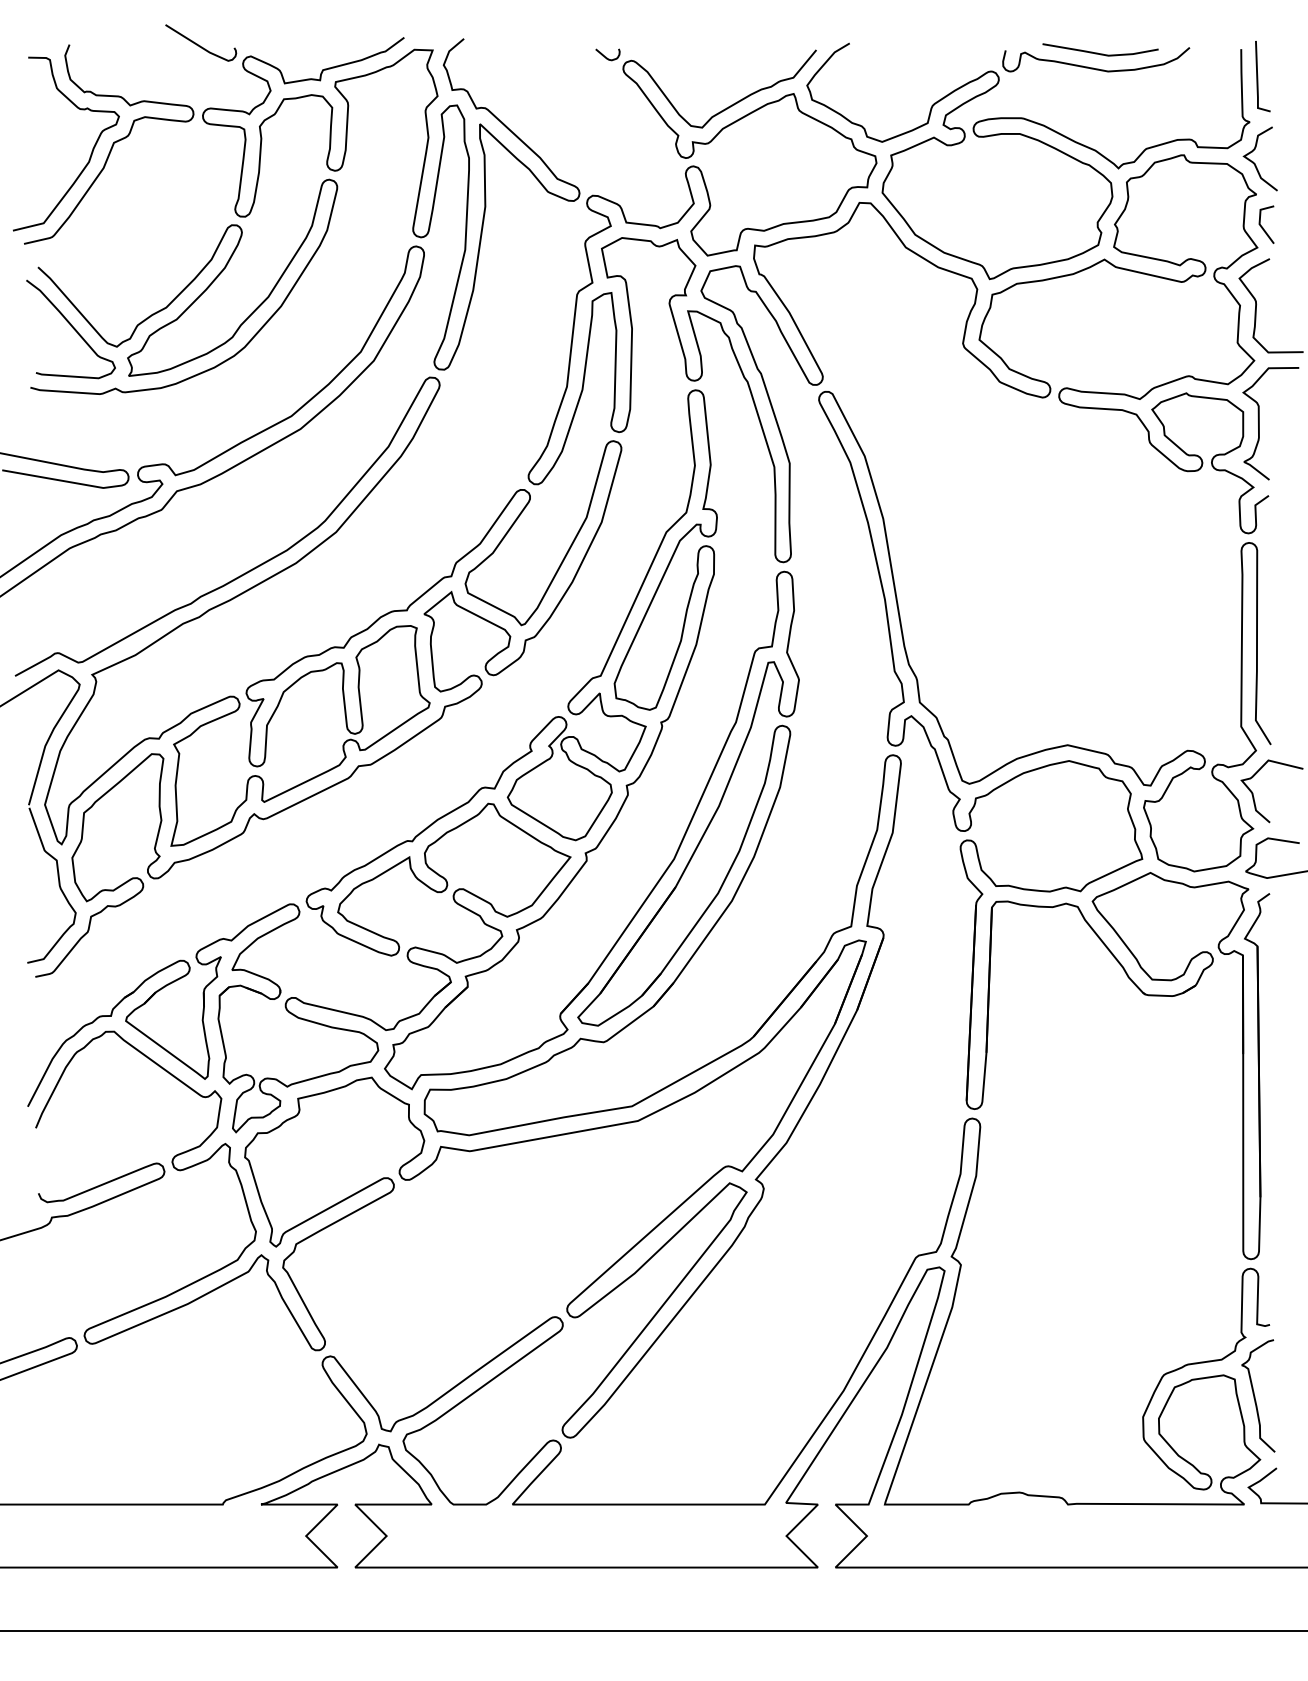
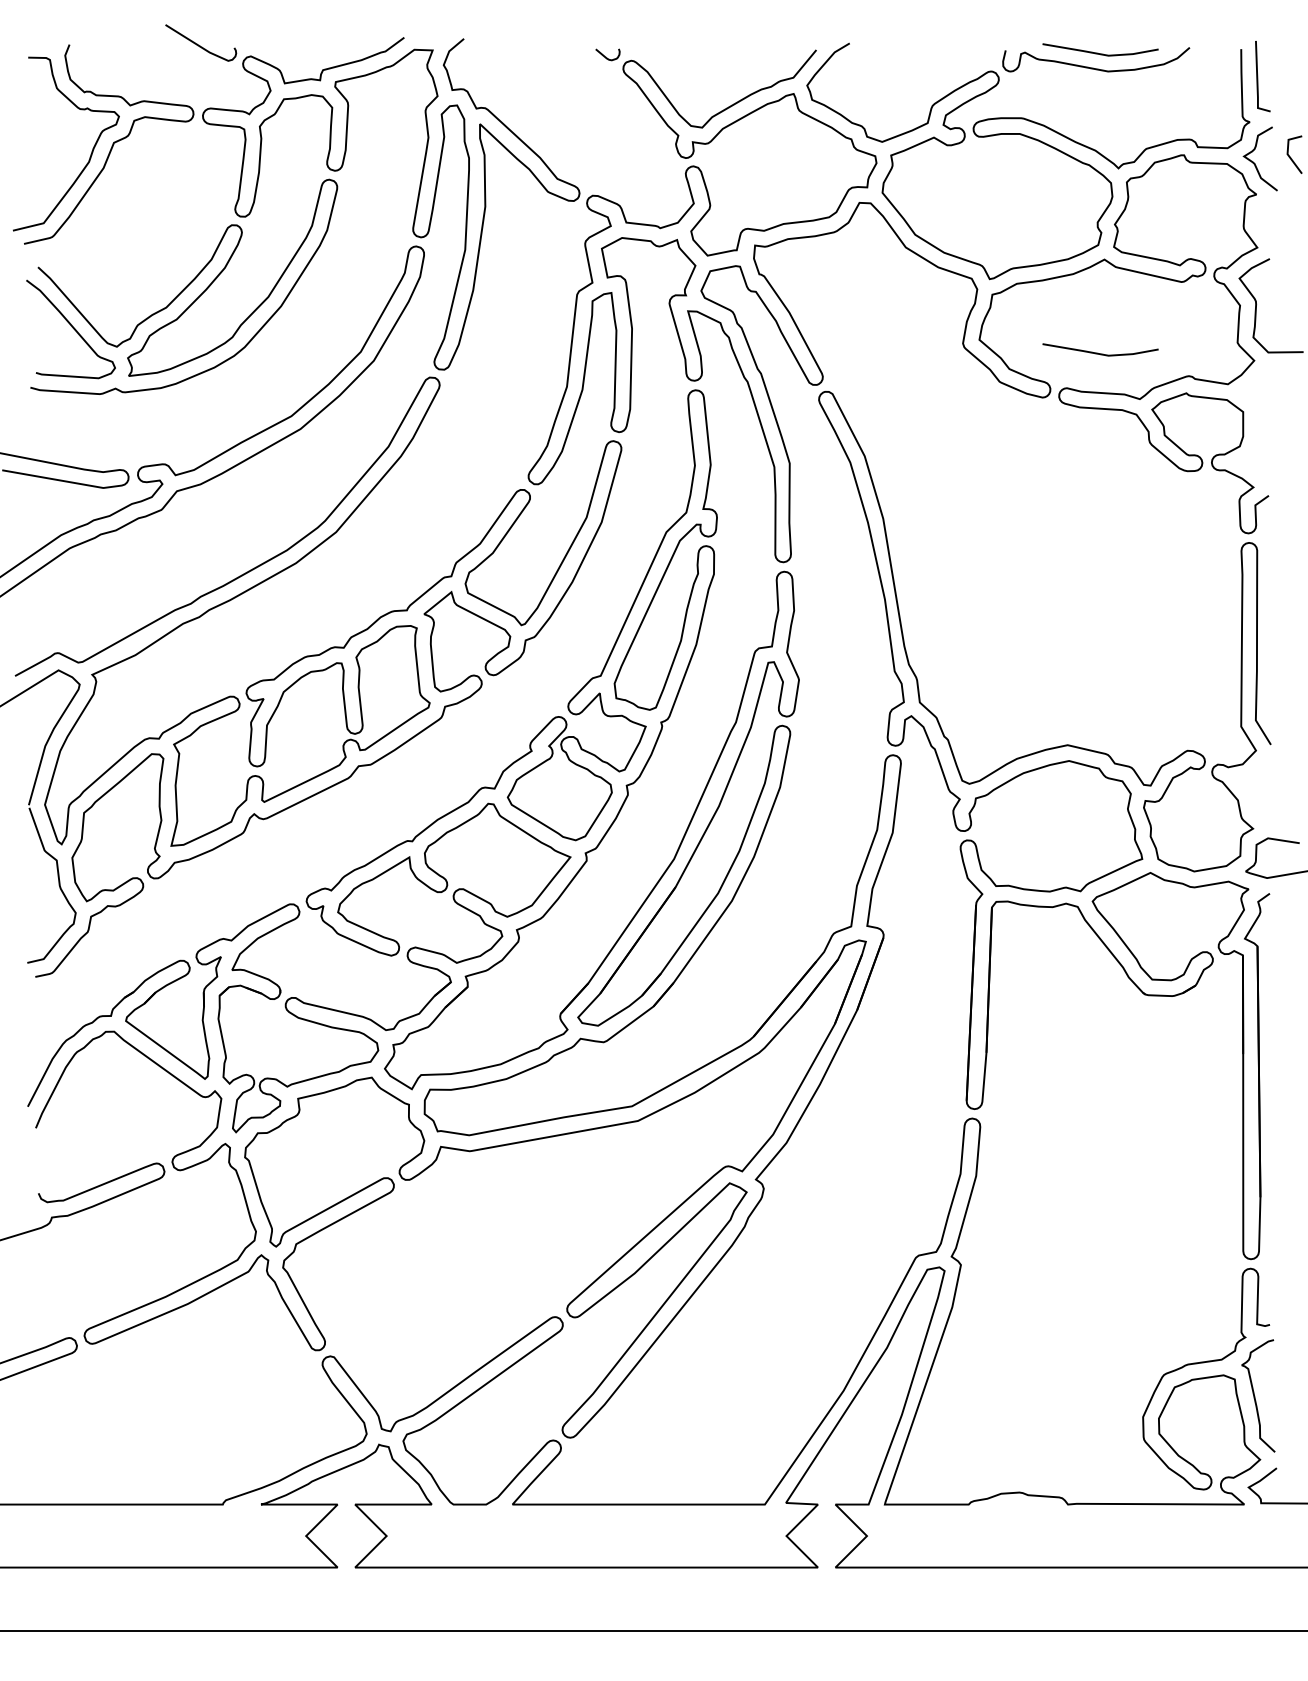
line at (1263, 227) position: (1263, 227) -> (1291, 157)
line at (1100, 353): none -> present
curve at (1259, 423): present -> none
curve at (1254, 797): present -> none
